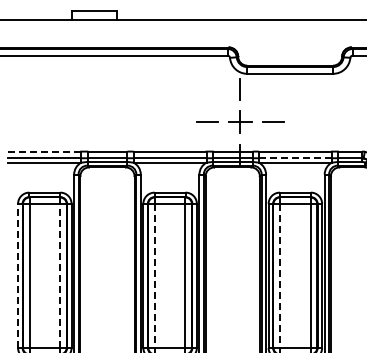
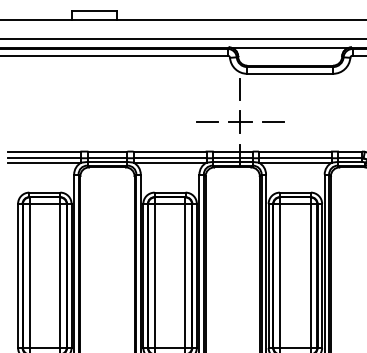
line at (182, 39): none -> present
line at (290, 48): none -> present
line at (44, 151): dashed -> solid
line at (295, 158): dashed -> solid
line at (18, 275): dashed -> solid
line at (60, 275): dashed -> solid
line at (154, 275): dashed -> solid
line at (280, 275): dashed -> solid
